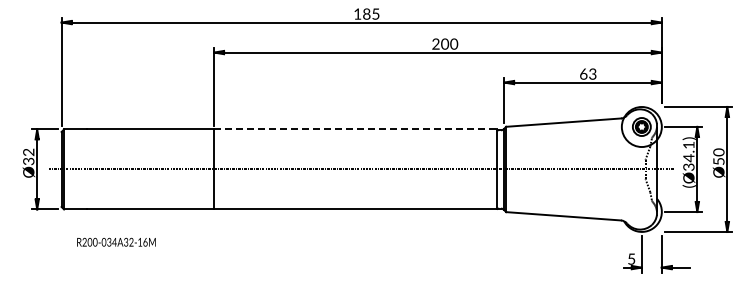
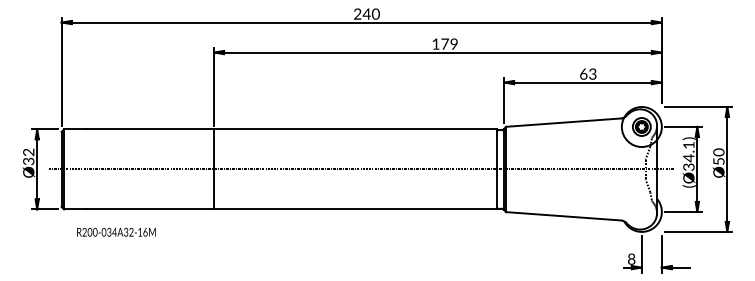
text at (366, 13): 185 -> 240
text at (445, 43): 200 -> 179
line at (355, 129): dashed -> solid
text at (116, 241) position: (116, 241) -> (116, 231)
text at (631, 258): 5 -> 8
